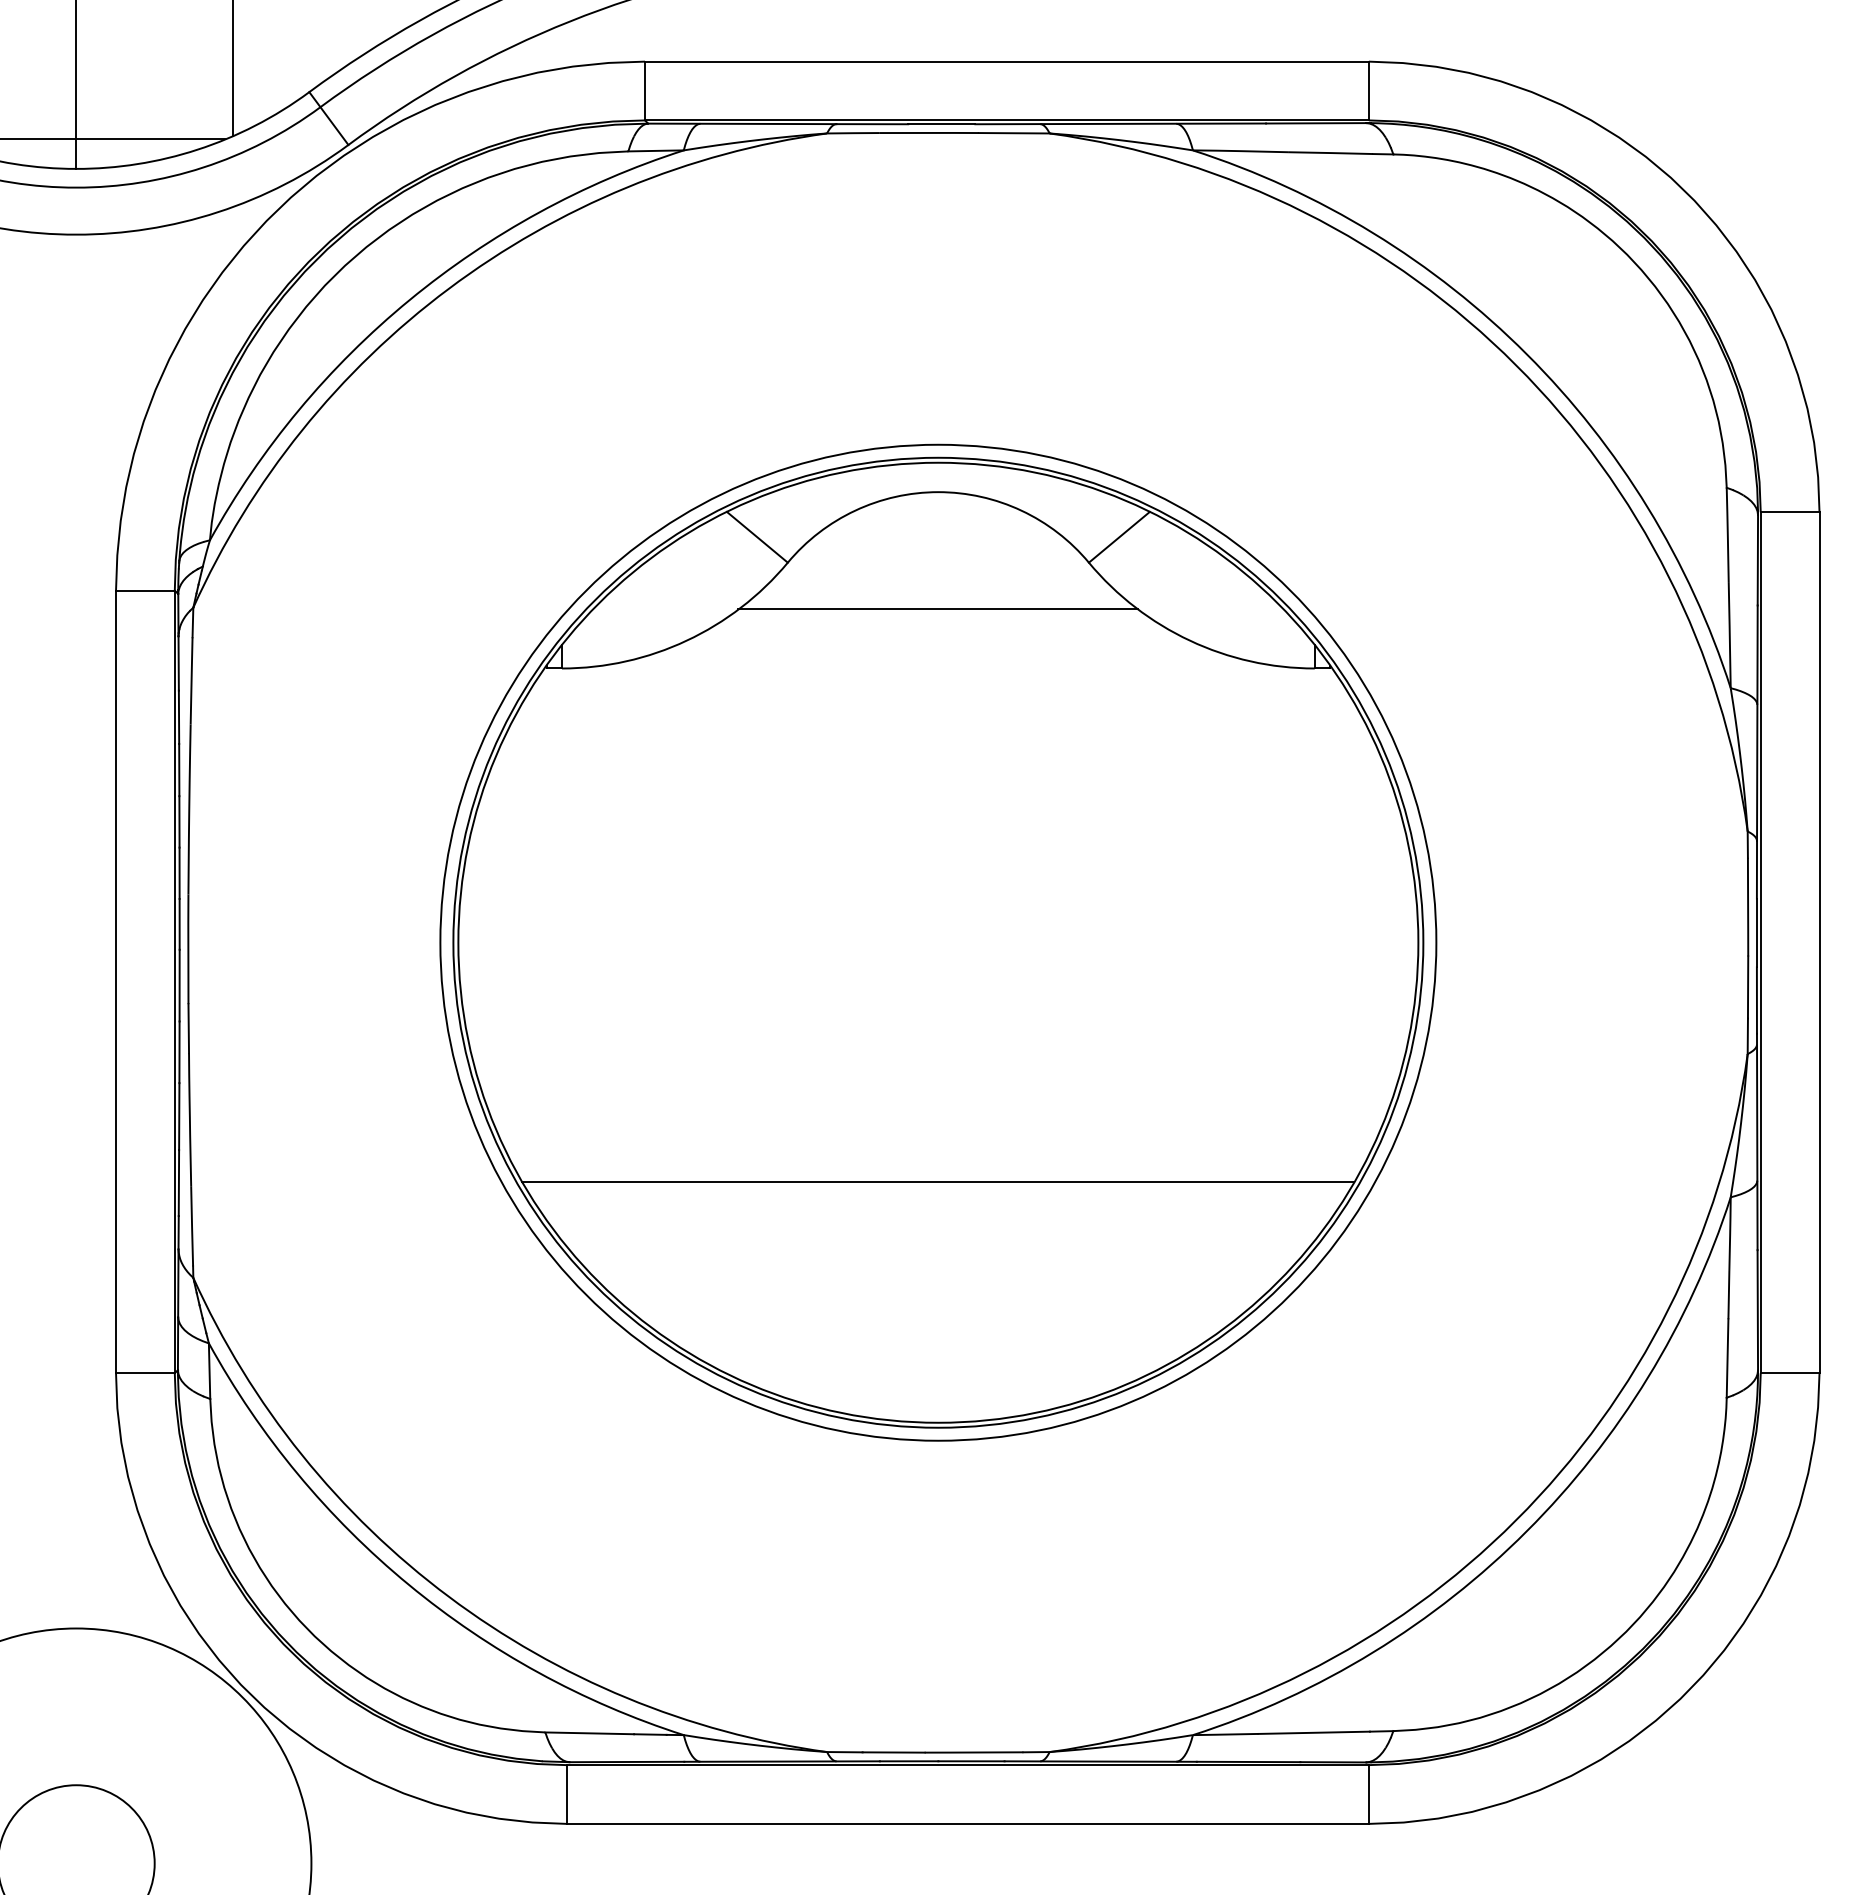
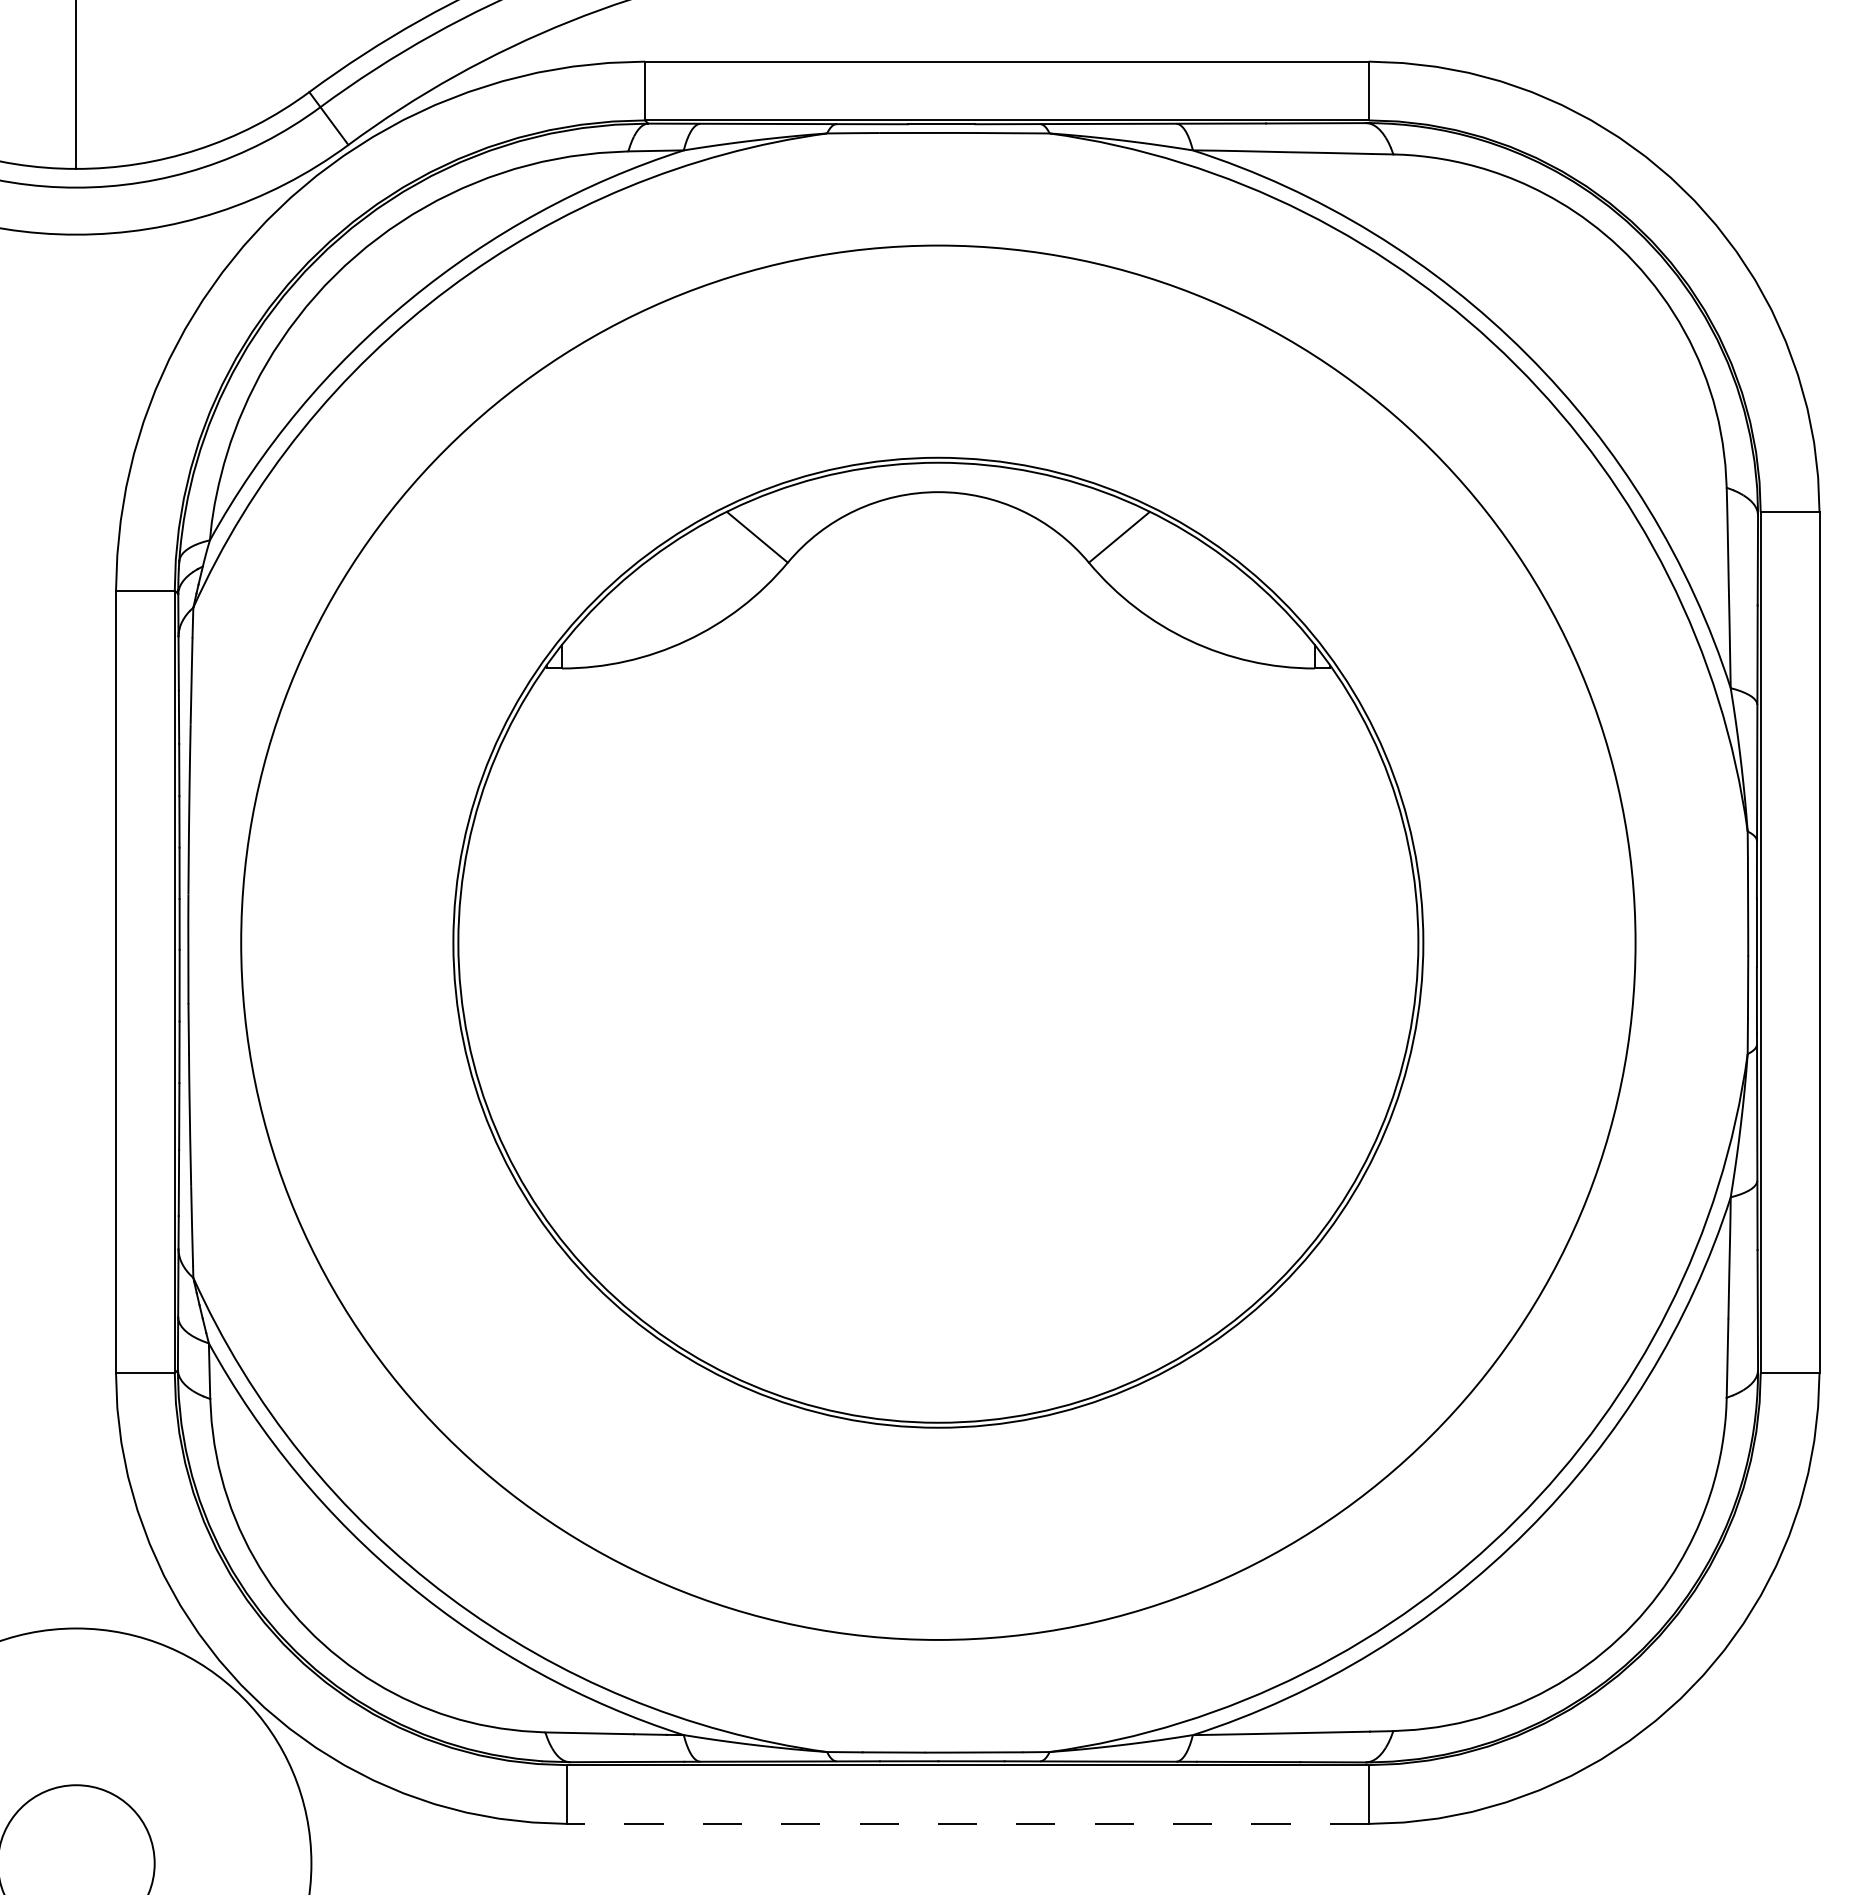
line at (233, 69): present -> none
line at (113, 139): present -> none
line at (938, 609): present -> none
circle at (938, 942) diameter: 996 px -> 1394 px
line at (938, 1182): present -> none
line at (967, 1823): solid -> dashed
